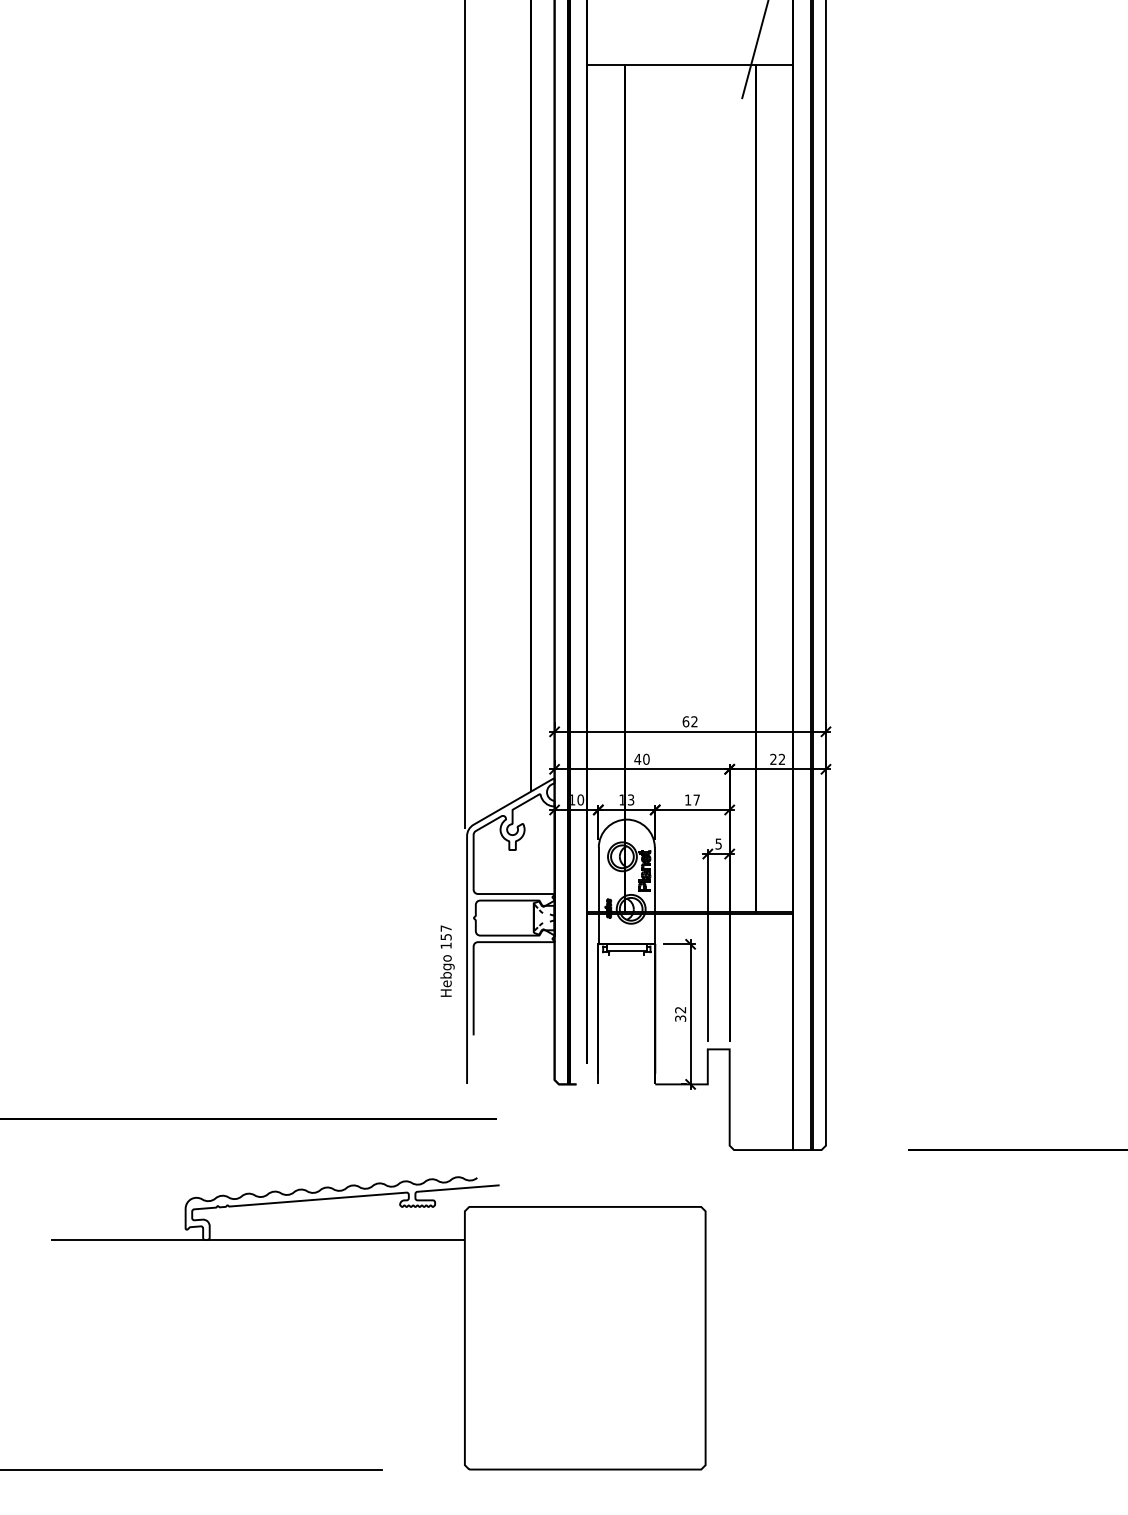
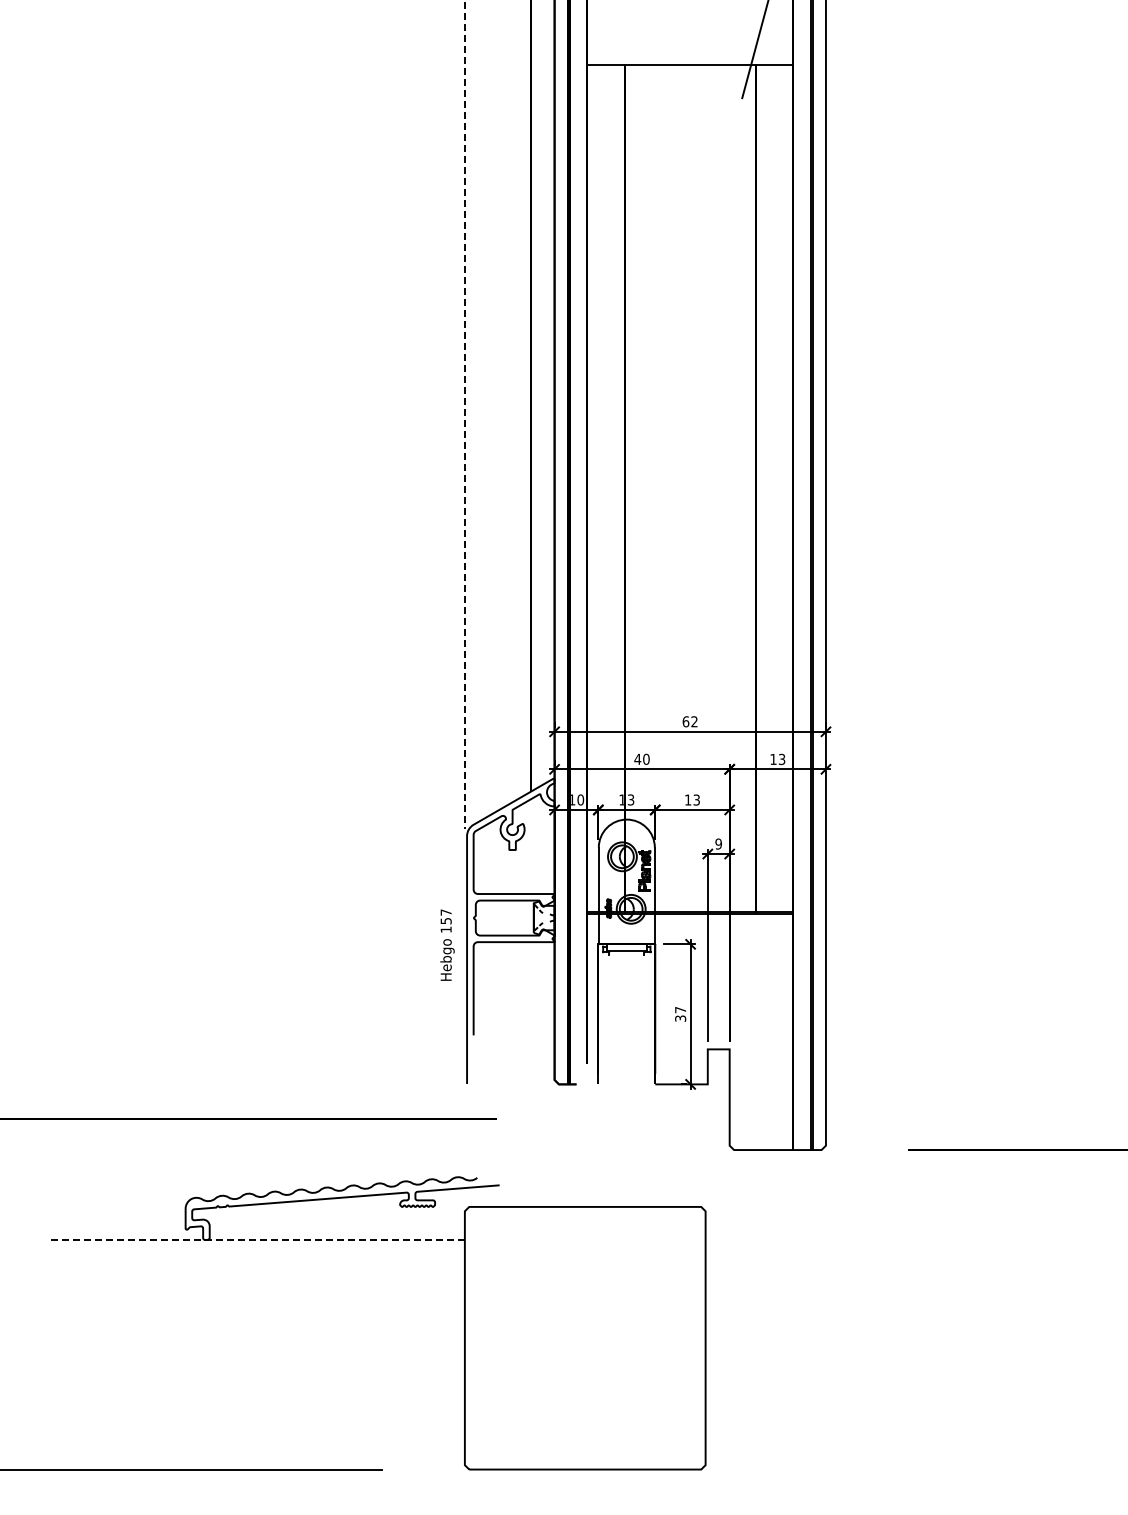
line at (464, 414): solid -> dashed
text at (777, 759): 22 -> 13
text at (696, 799): 17 -> 13
text at (718, 843): 5 -> 9
text at (447, 960) position: (447, 960) -> (447, 944)
text at (680, 1010): 32 -> 37
line at (258, 1240): solid -> dashed
